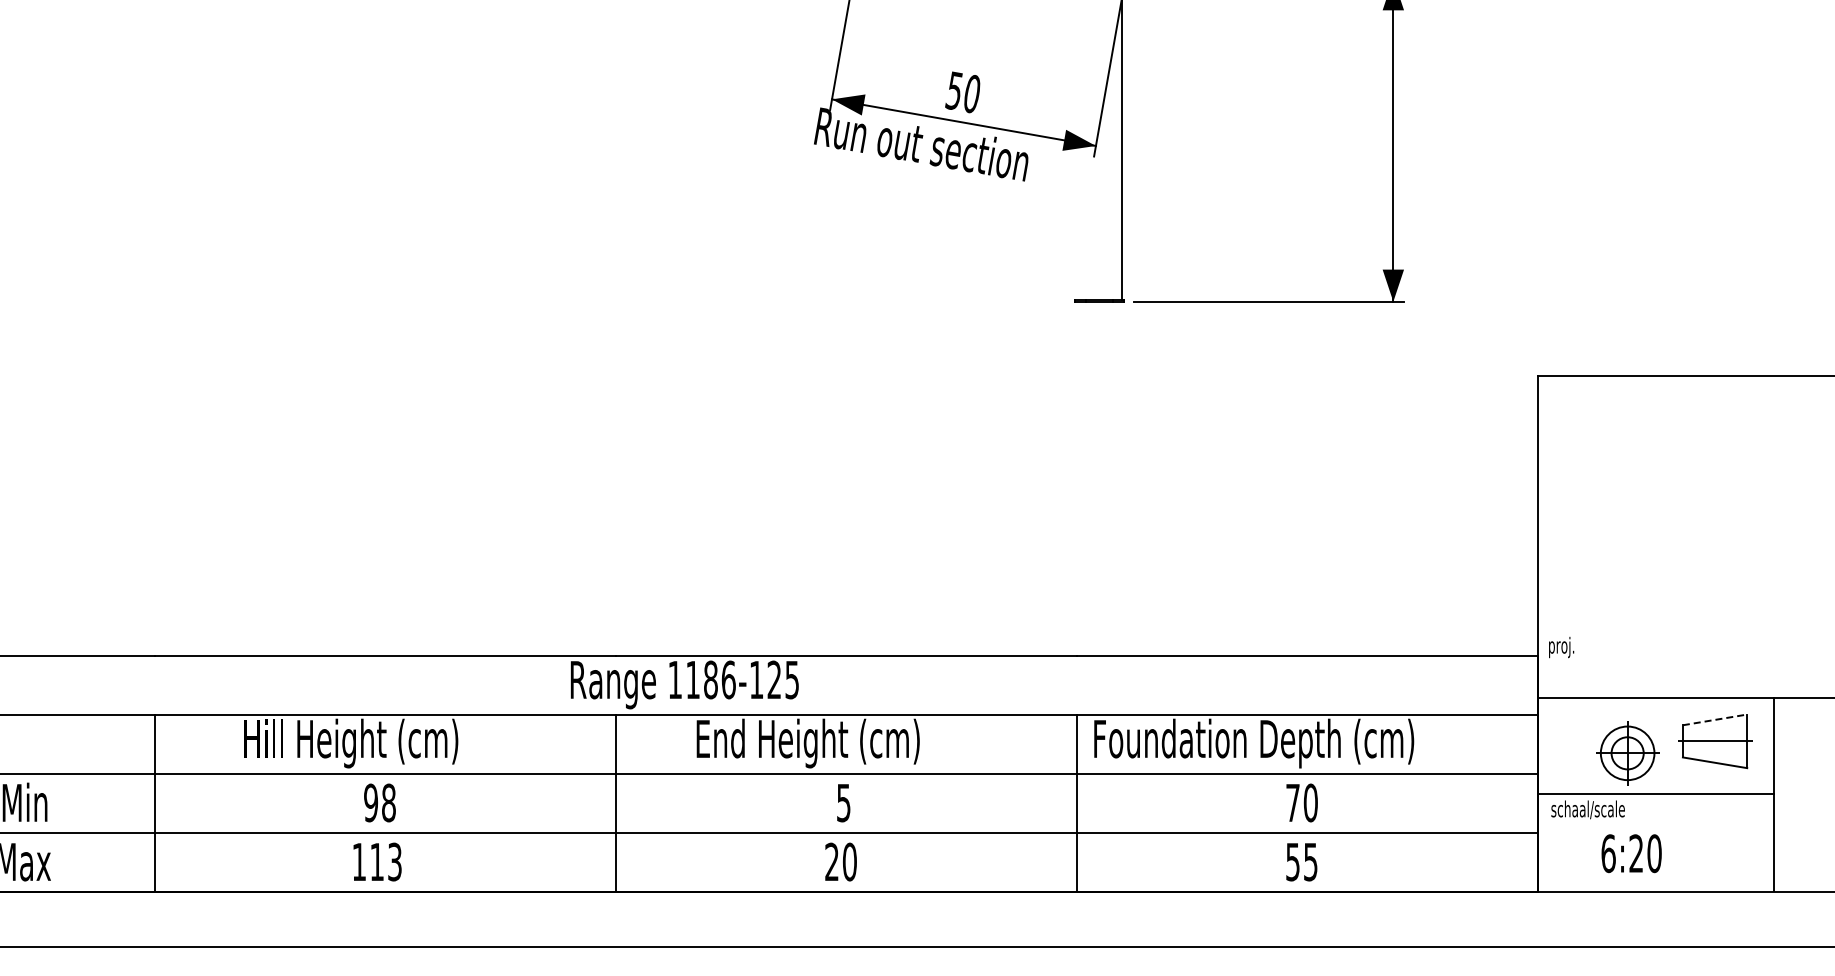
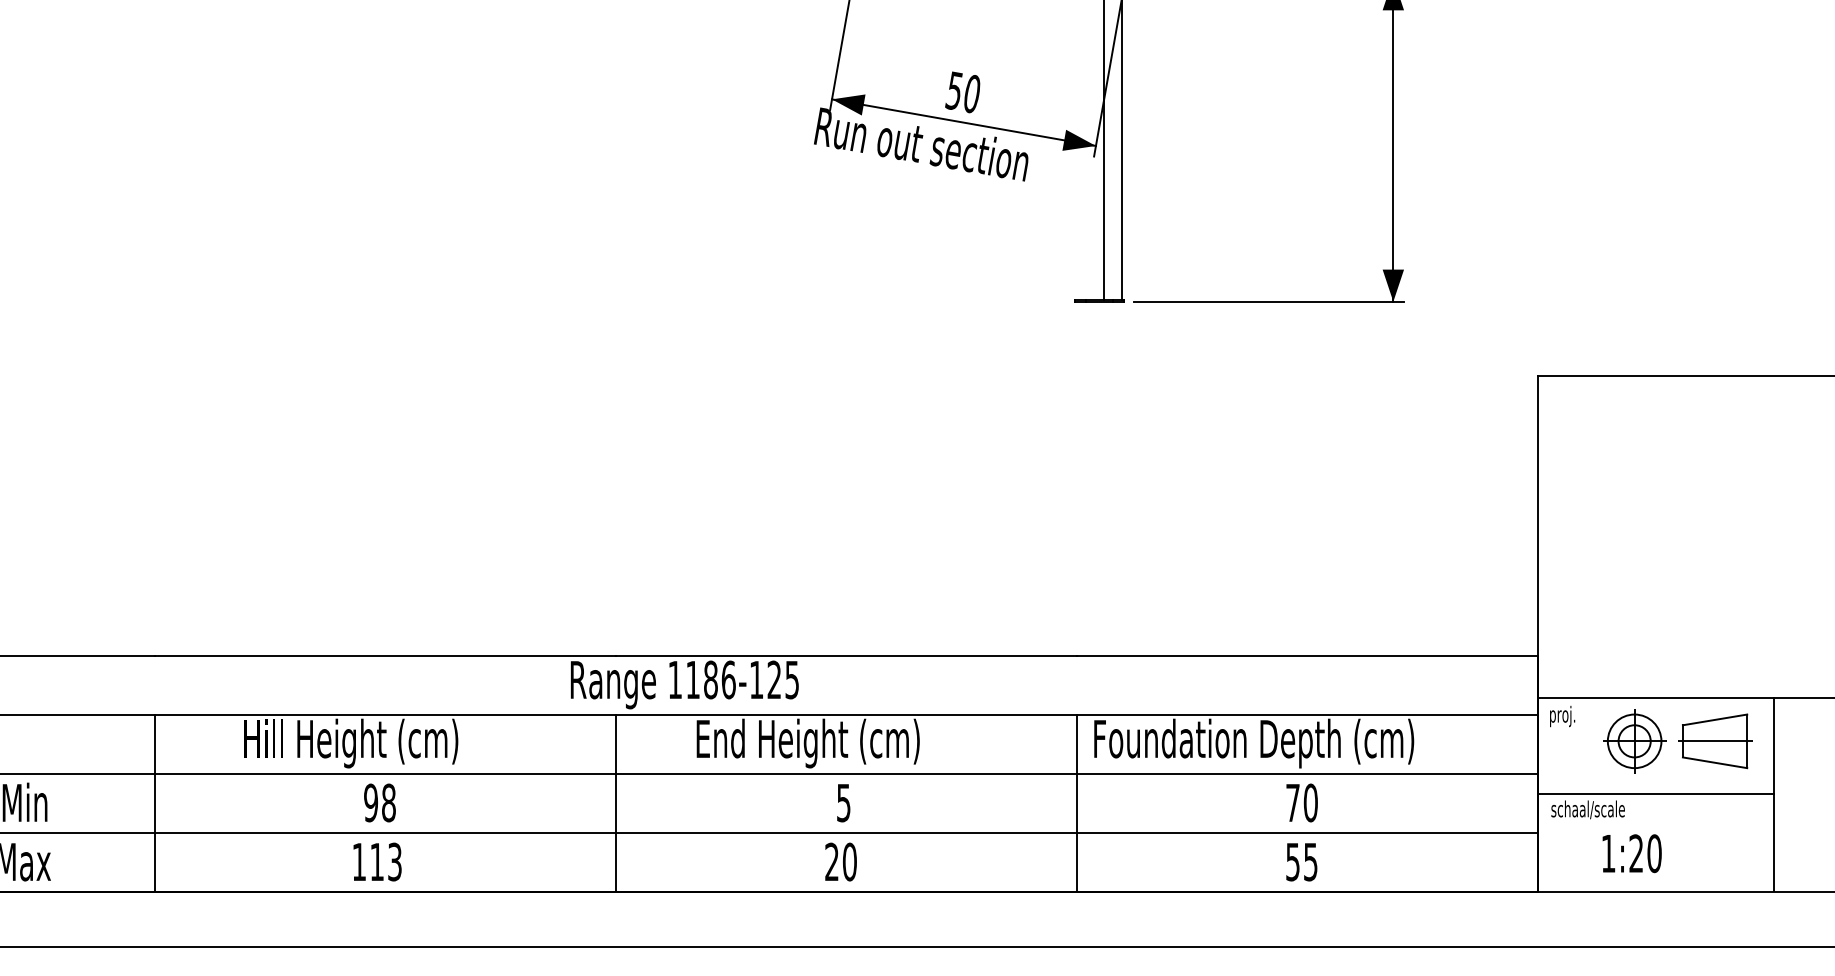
line at (1103, 150): none -> present
text at (1561, 647) position: (1561, 647) -> (1562, 716)
line at (1715, 719): dashed -> solid
part at (1627, 753) position: (1627, 753) -> (1634, 741)
text at (1608, 853): 6:20 -> 1:20
